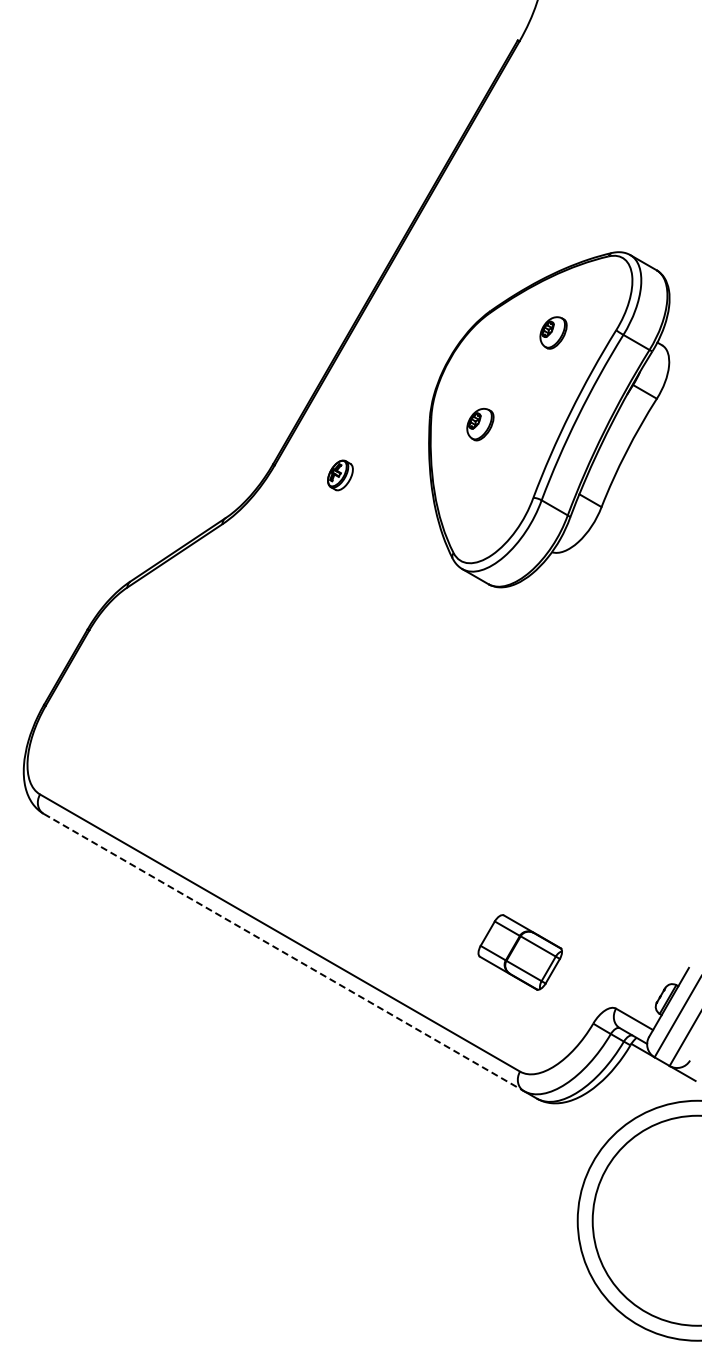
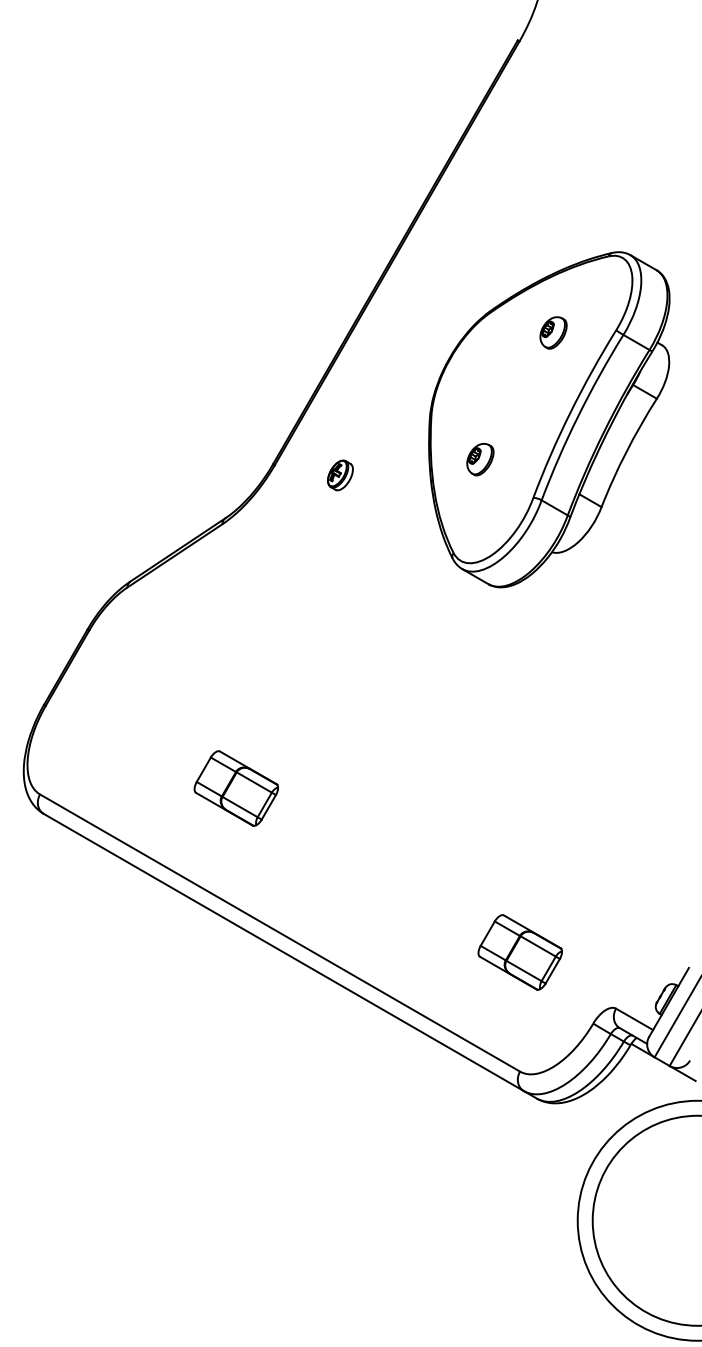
part at (480, 424) position: (480, 424) -> (480, 459)
part at (235, 788): none -> present
line at (284, 952): dashed -> solid
